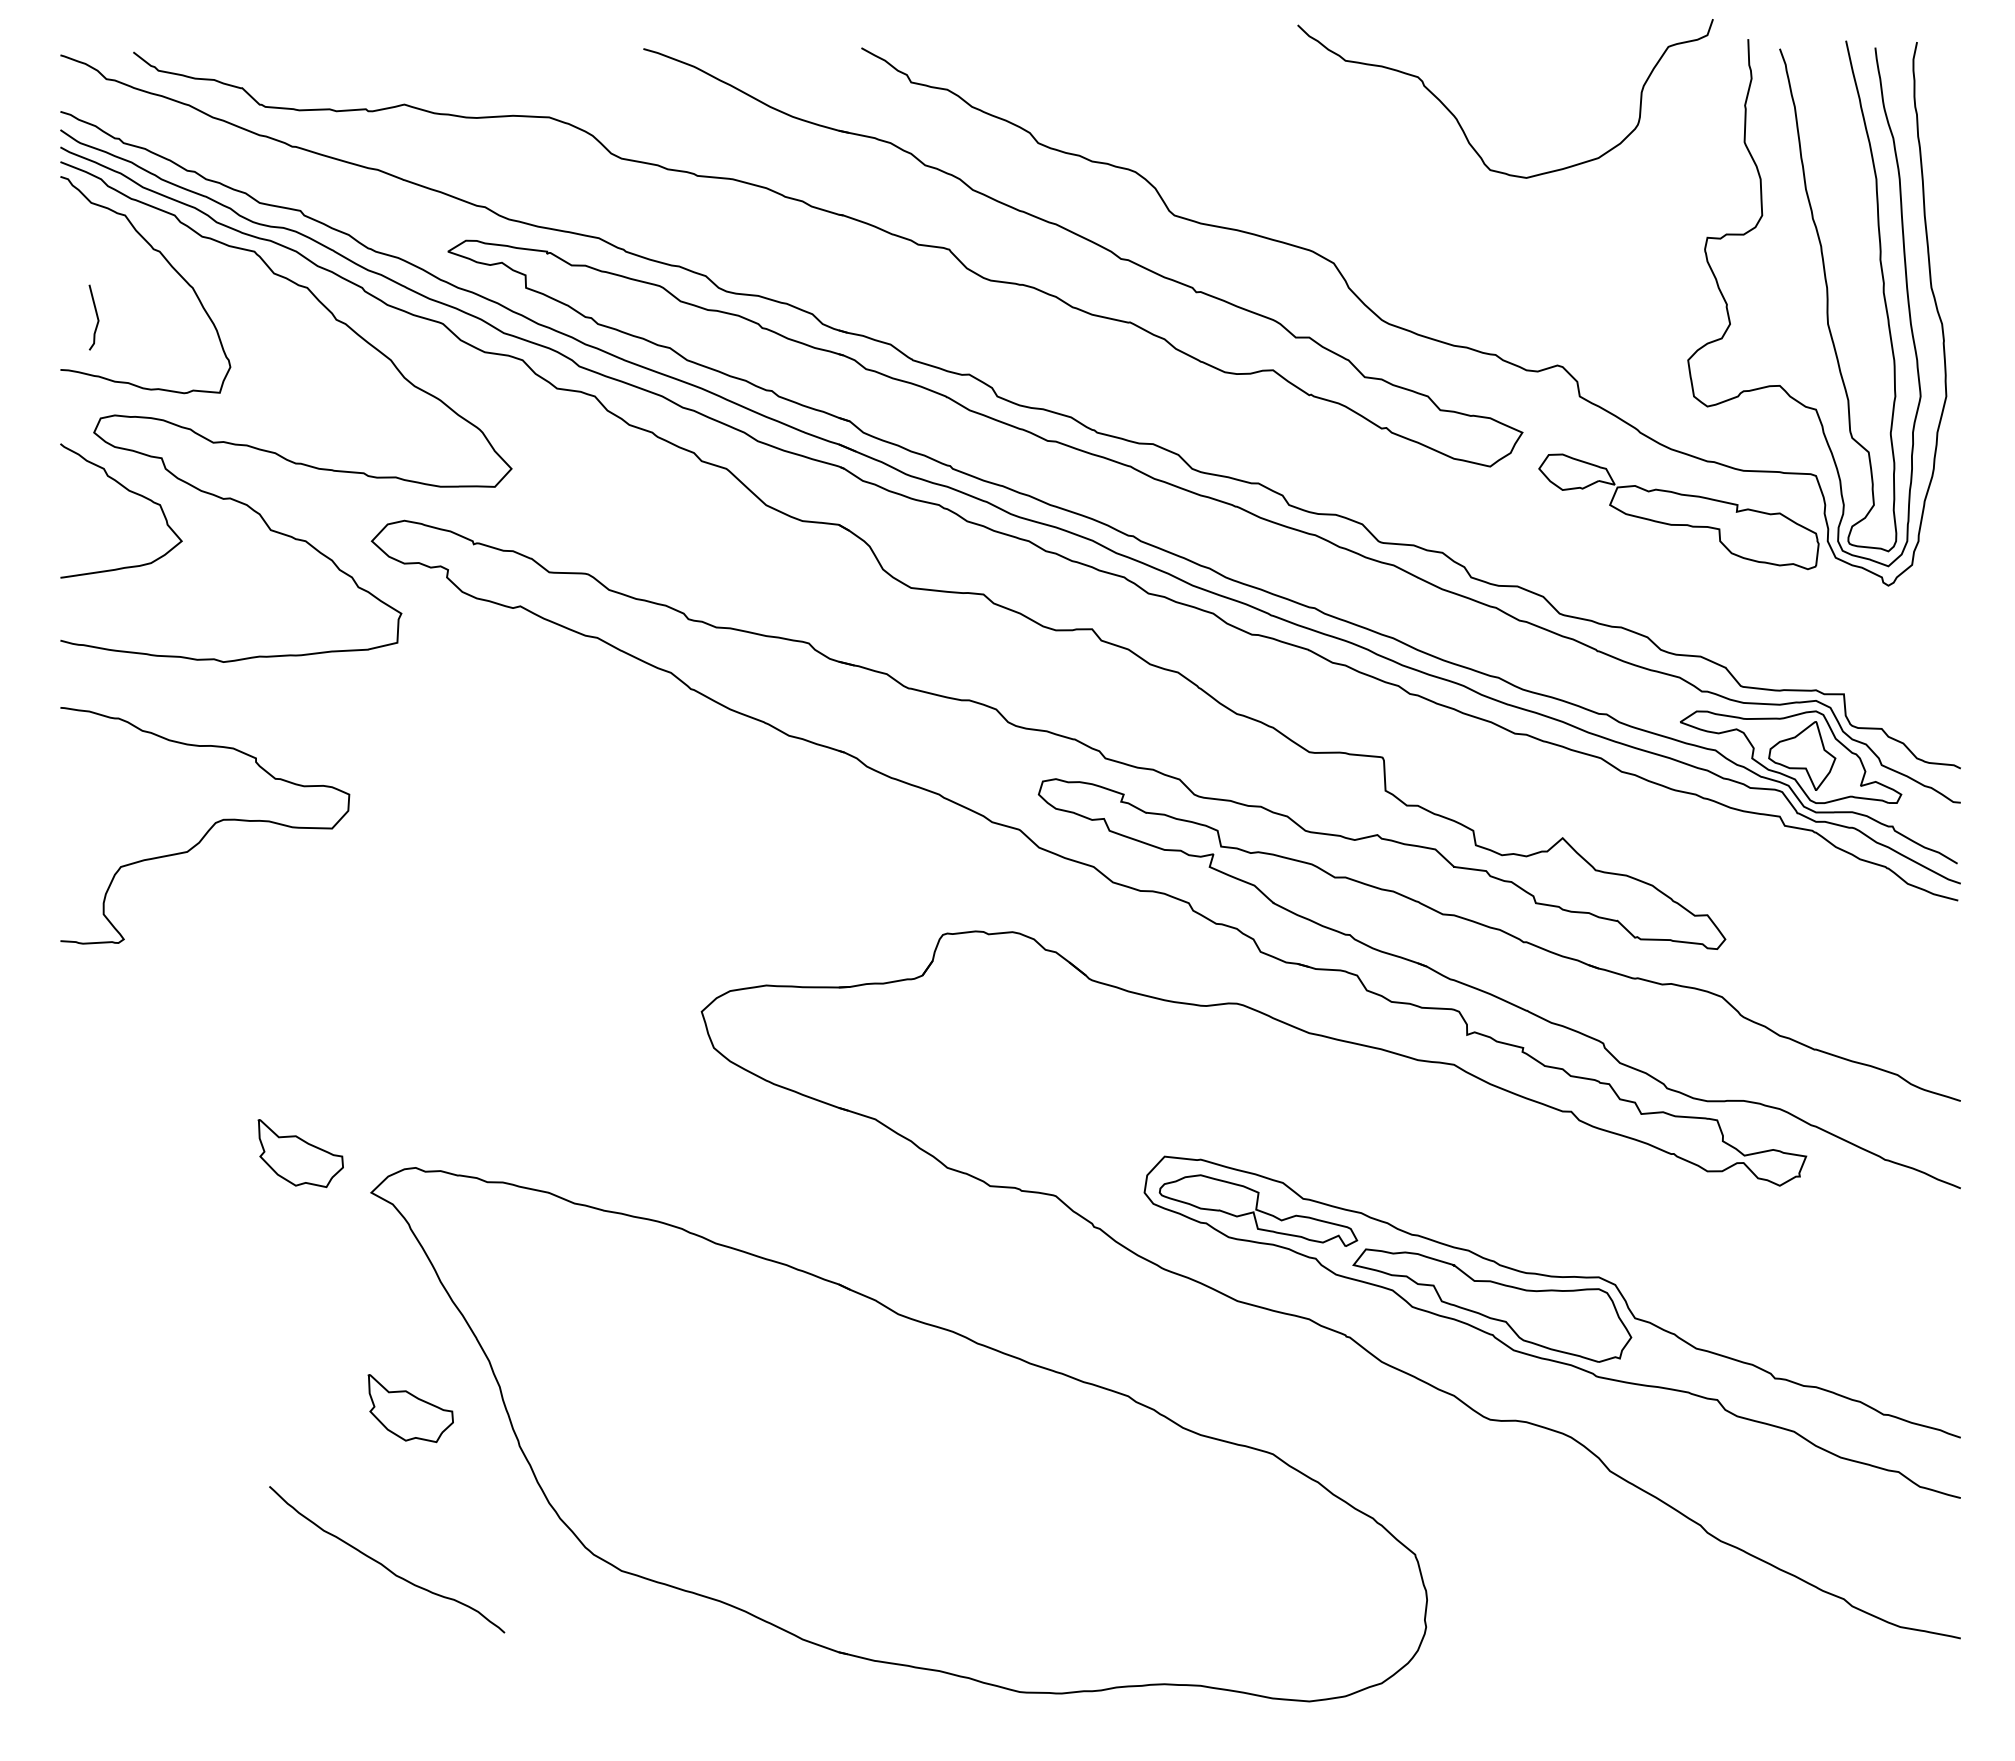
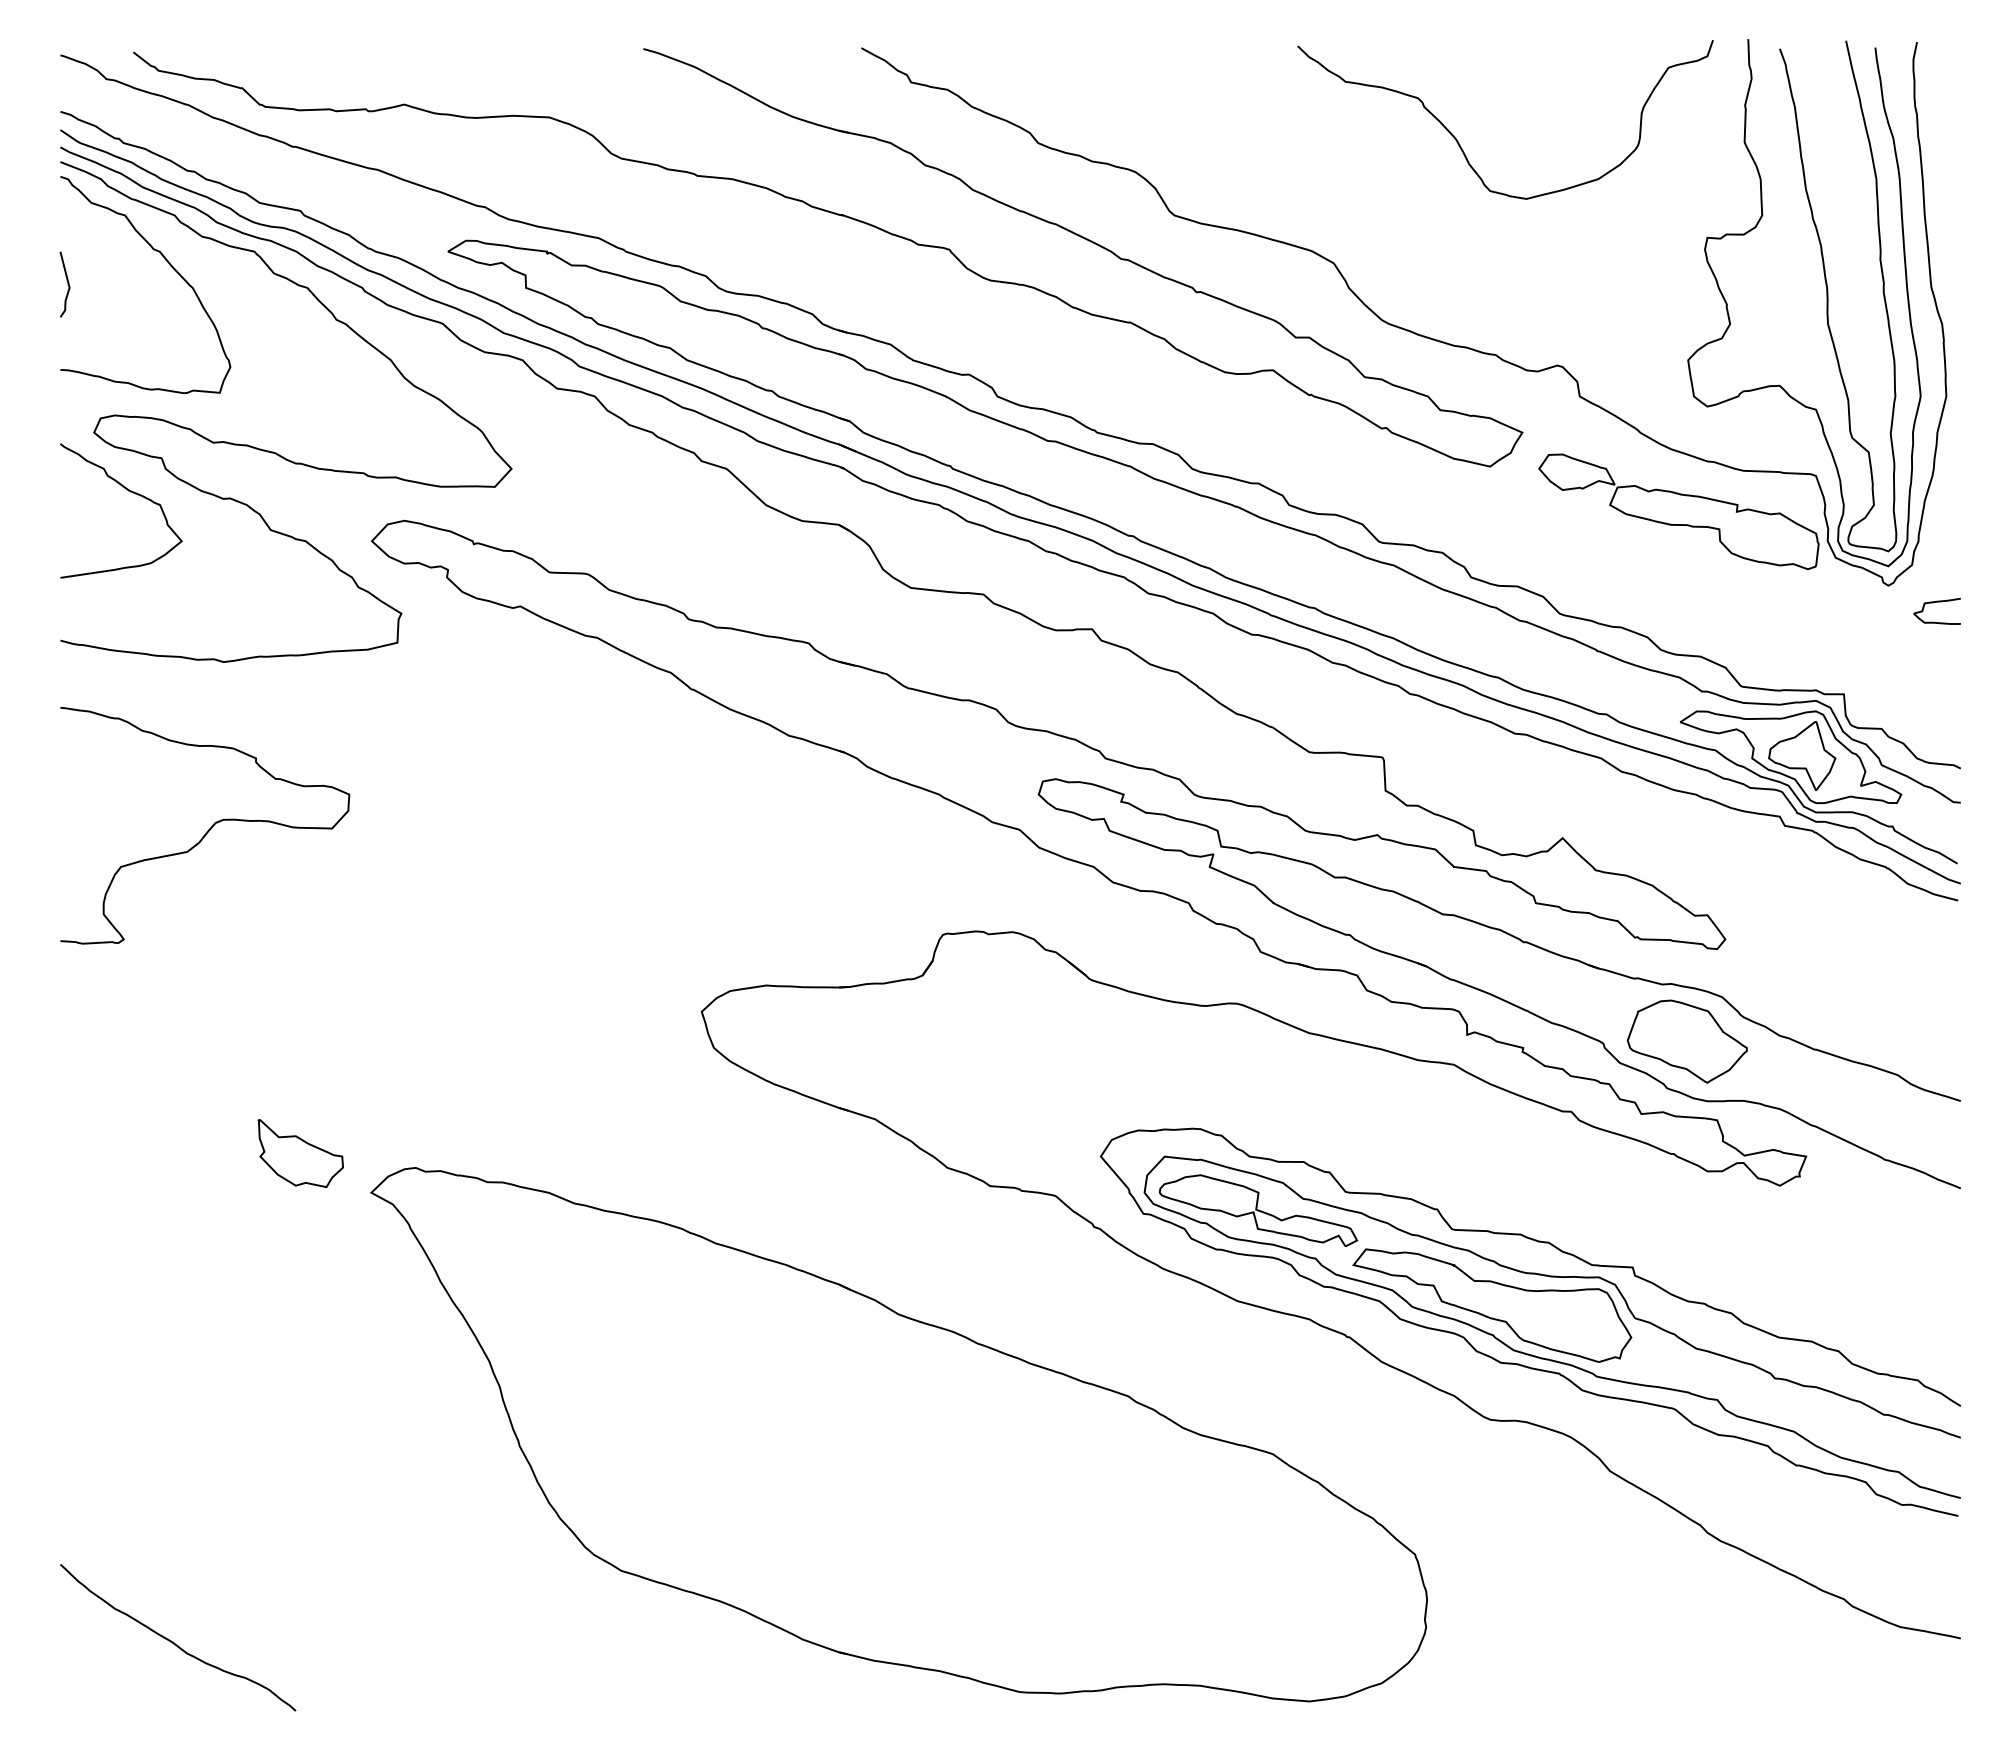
curve at (1461, 125) position: (1461, 125) -> (1461, 146)
curve at (96, 317) position: (96, 317) -> (67, 284)
curve at (1933, 603): none -> present
part at (1686, 1041): none -> present
curve at (1519, 1363): none -> present
part at (410, 1408): present -> none
curve at (382, 1563) position: (382, 1563) -> (173, 1641)
